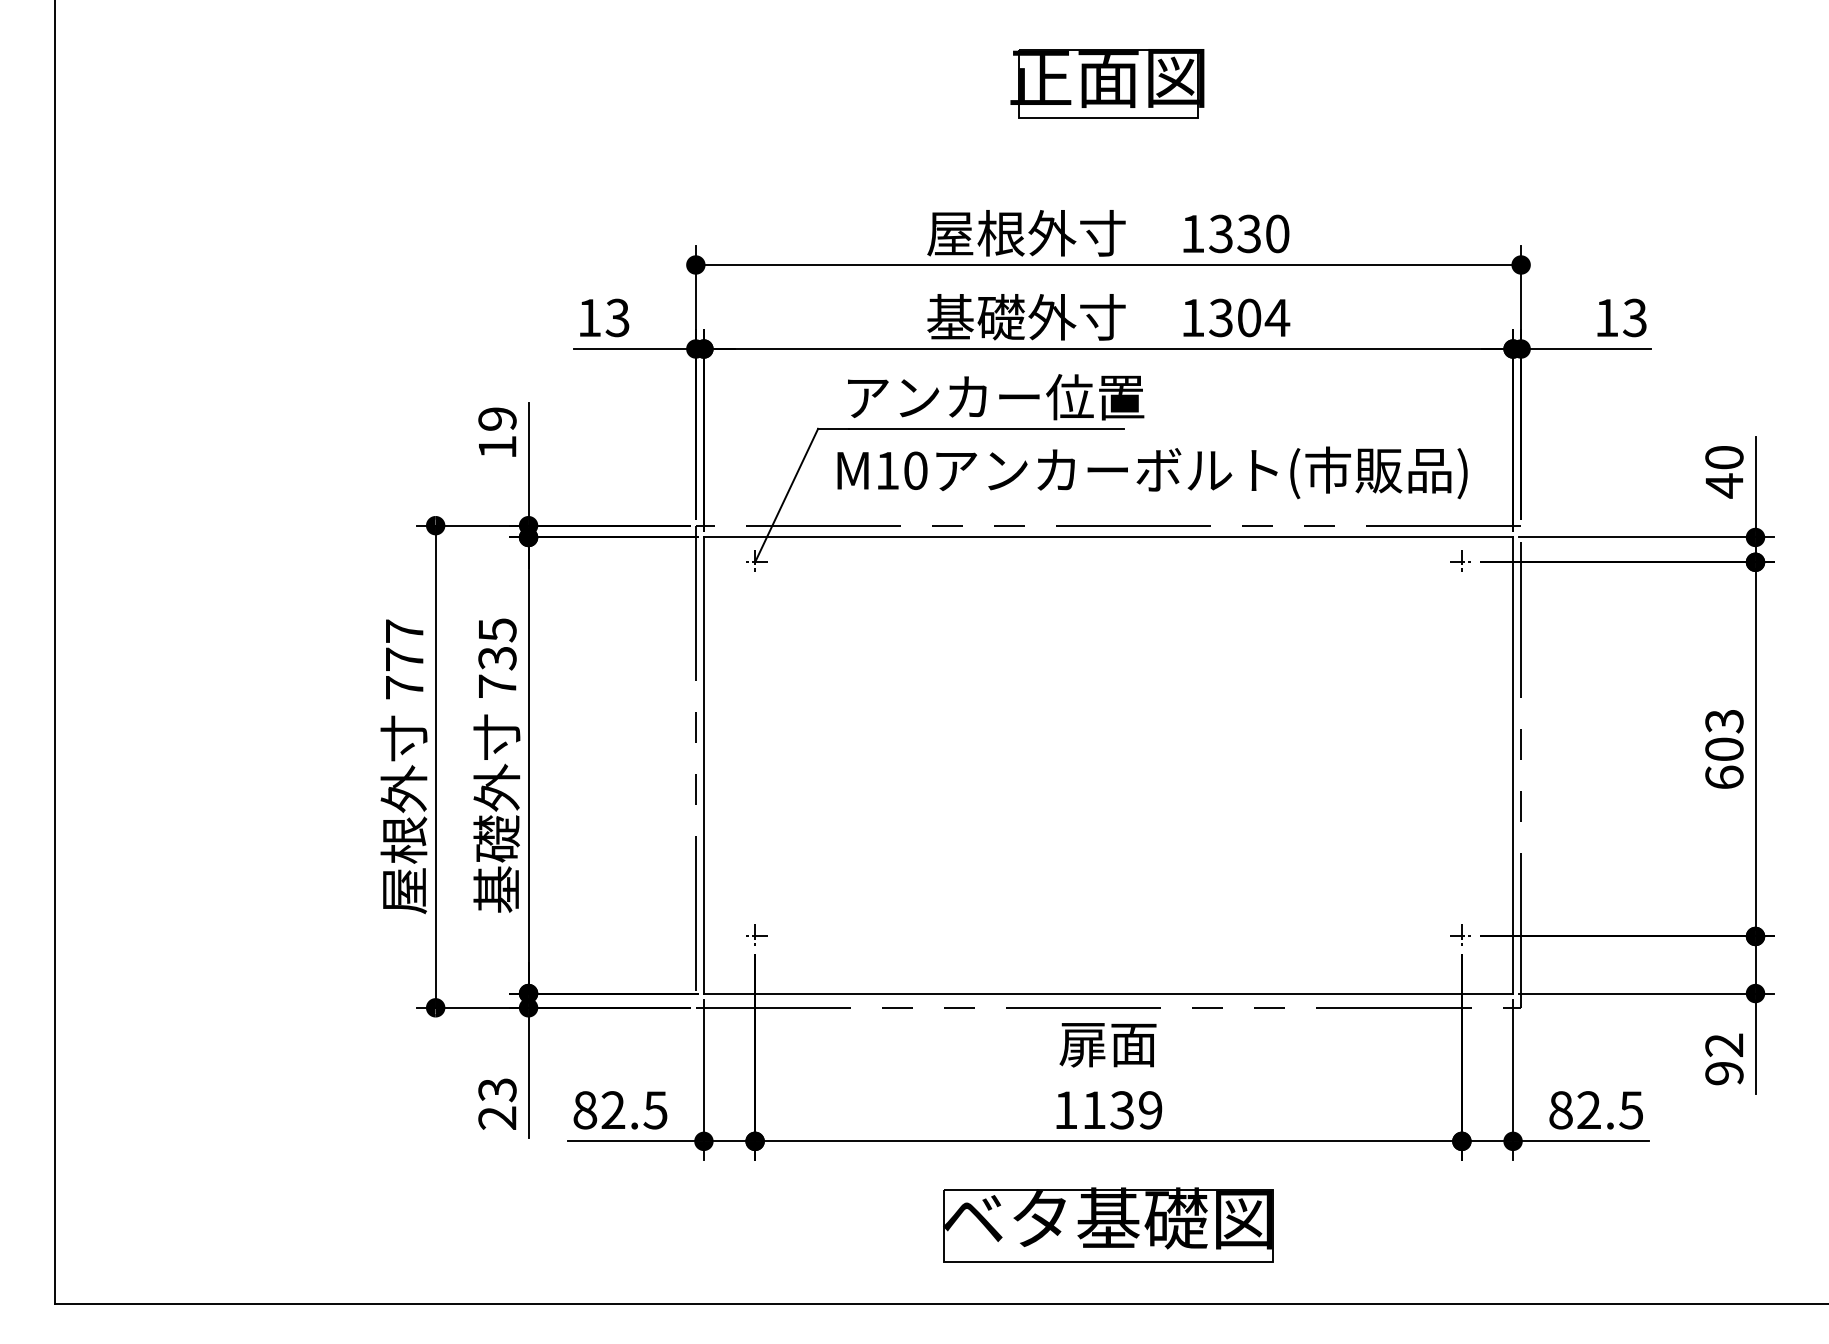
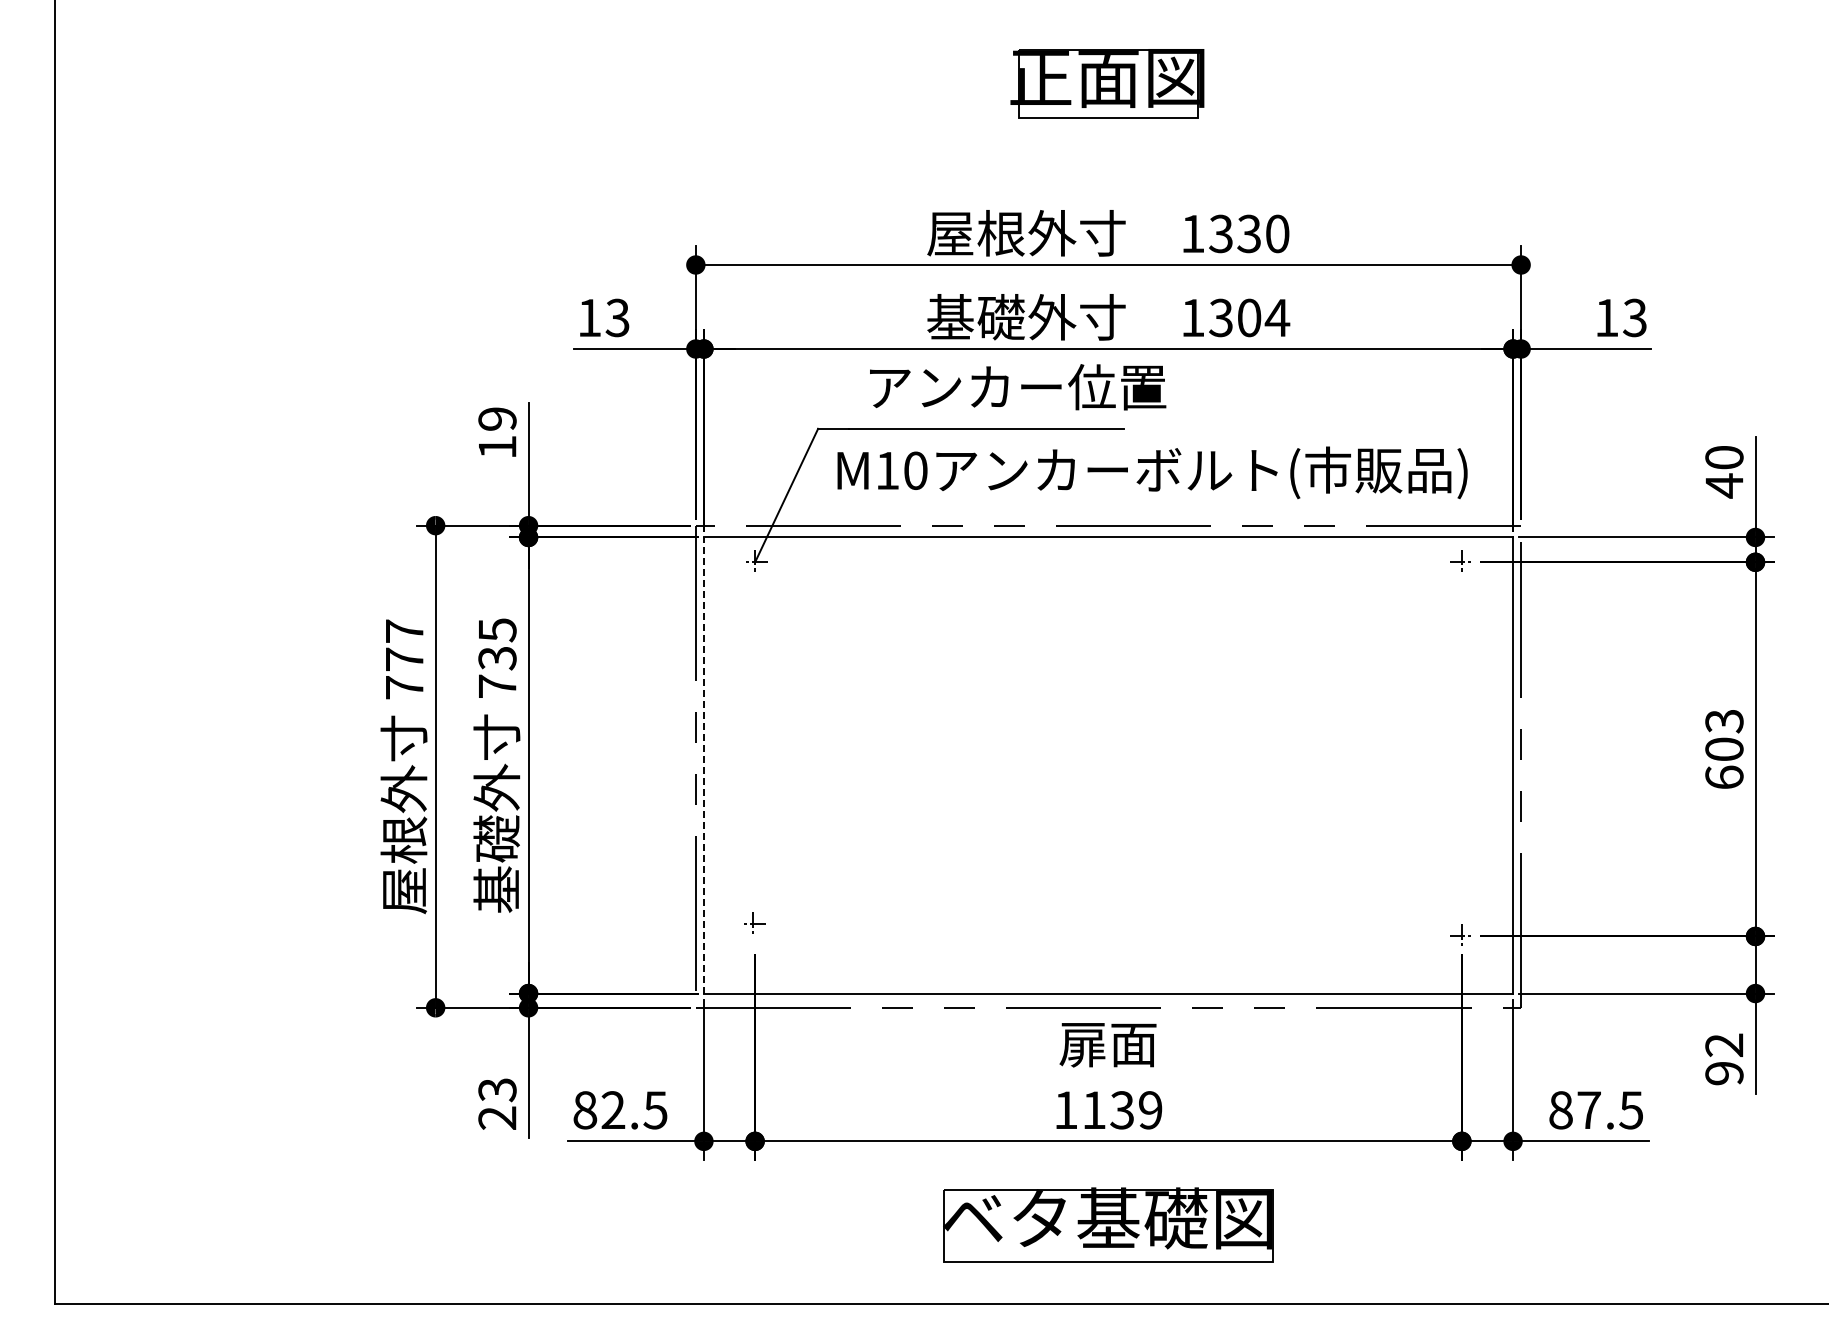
text at (996, 397) position: (996, 397) -> (1018, 387)
line at (703, 765): solid -> dashed
part at (756, 934) position: (756, 934) -> (754, 922)
text at (1588, 1109): 82.5 -> 87.5
